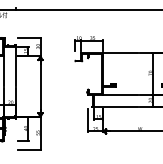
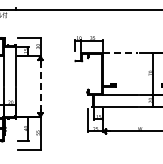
line at (120, 52): solid -> dashed
line at (40, 87): solid -> dashed
